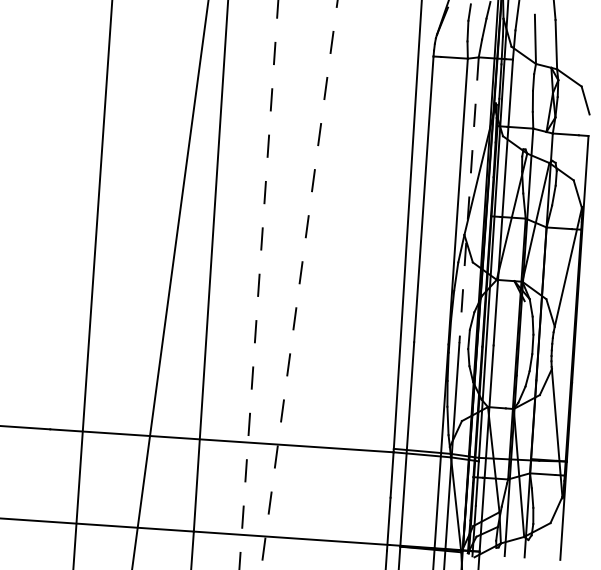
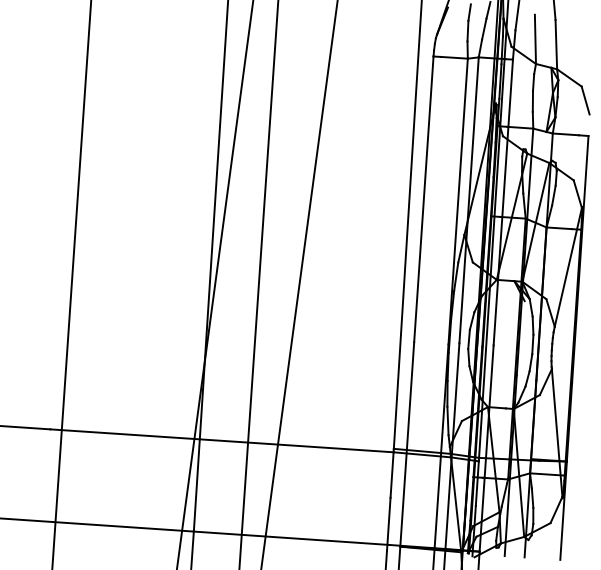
line at (469, 200): dashed -> solid
line at (92, 284) position: (92, 284) -> (71, 284)
line at (170, 284) position: (170, 284) -> (215, 284)
line at (258, 285): dashed -> solid
line at (299, 285): dashed -> solid
